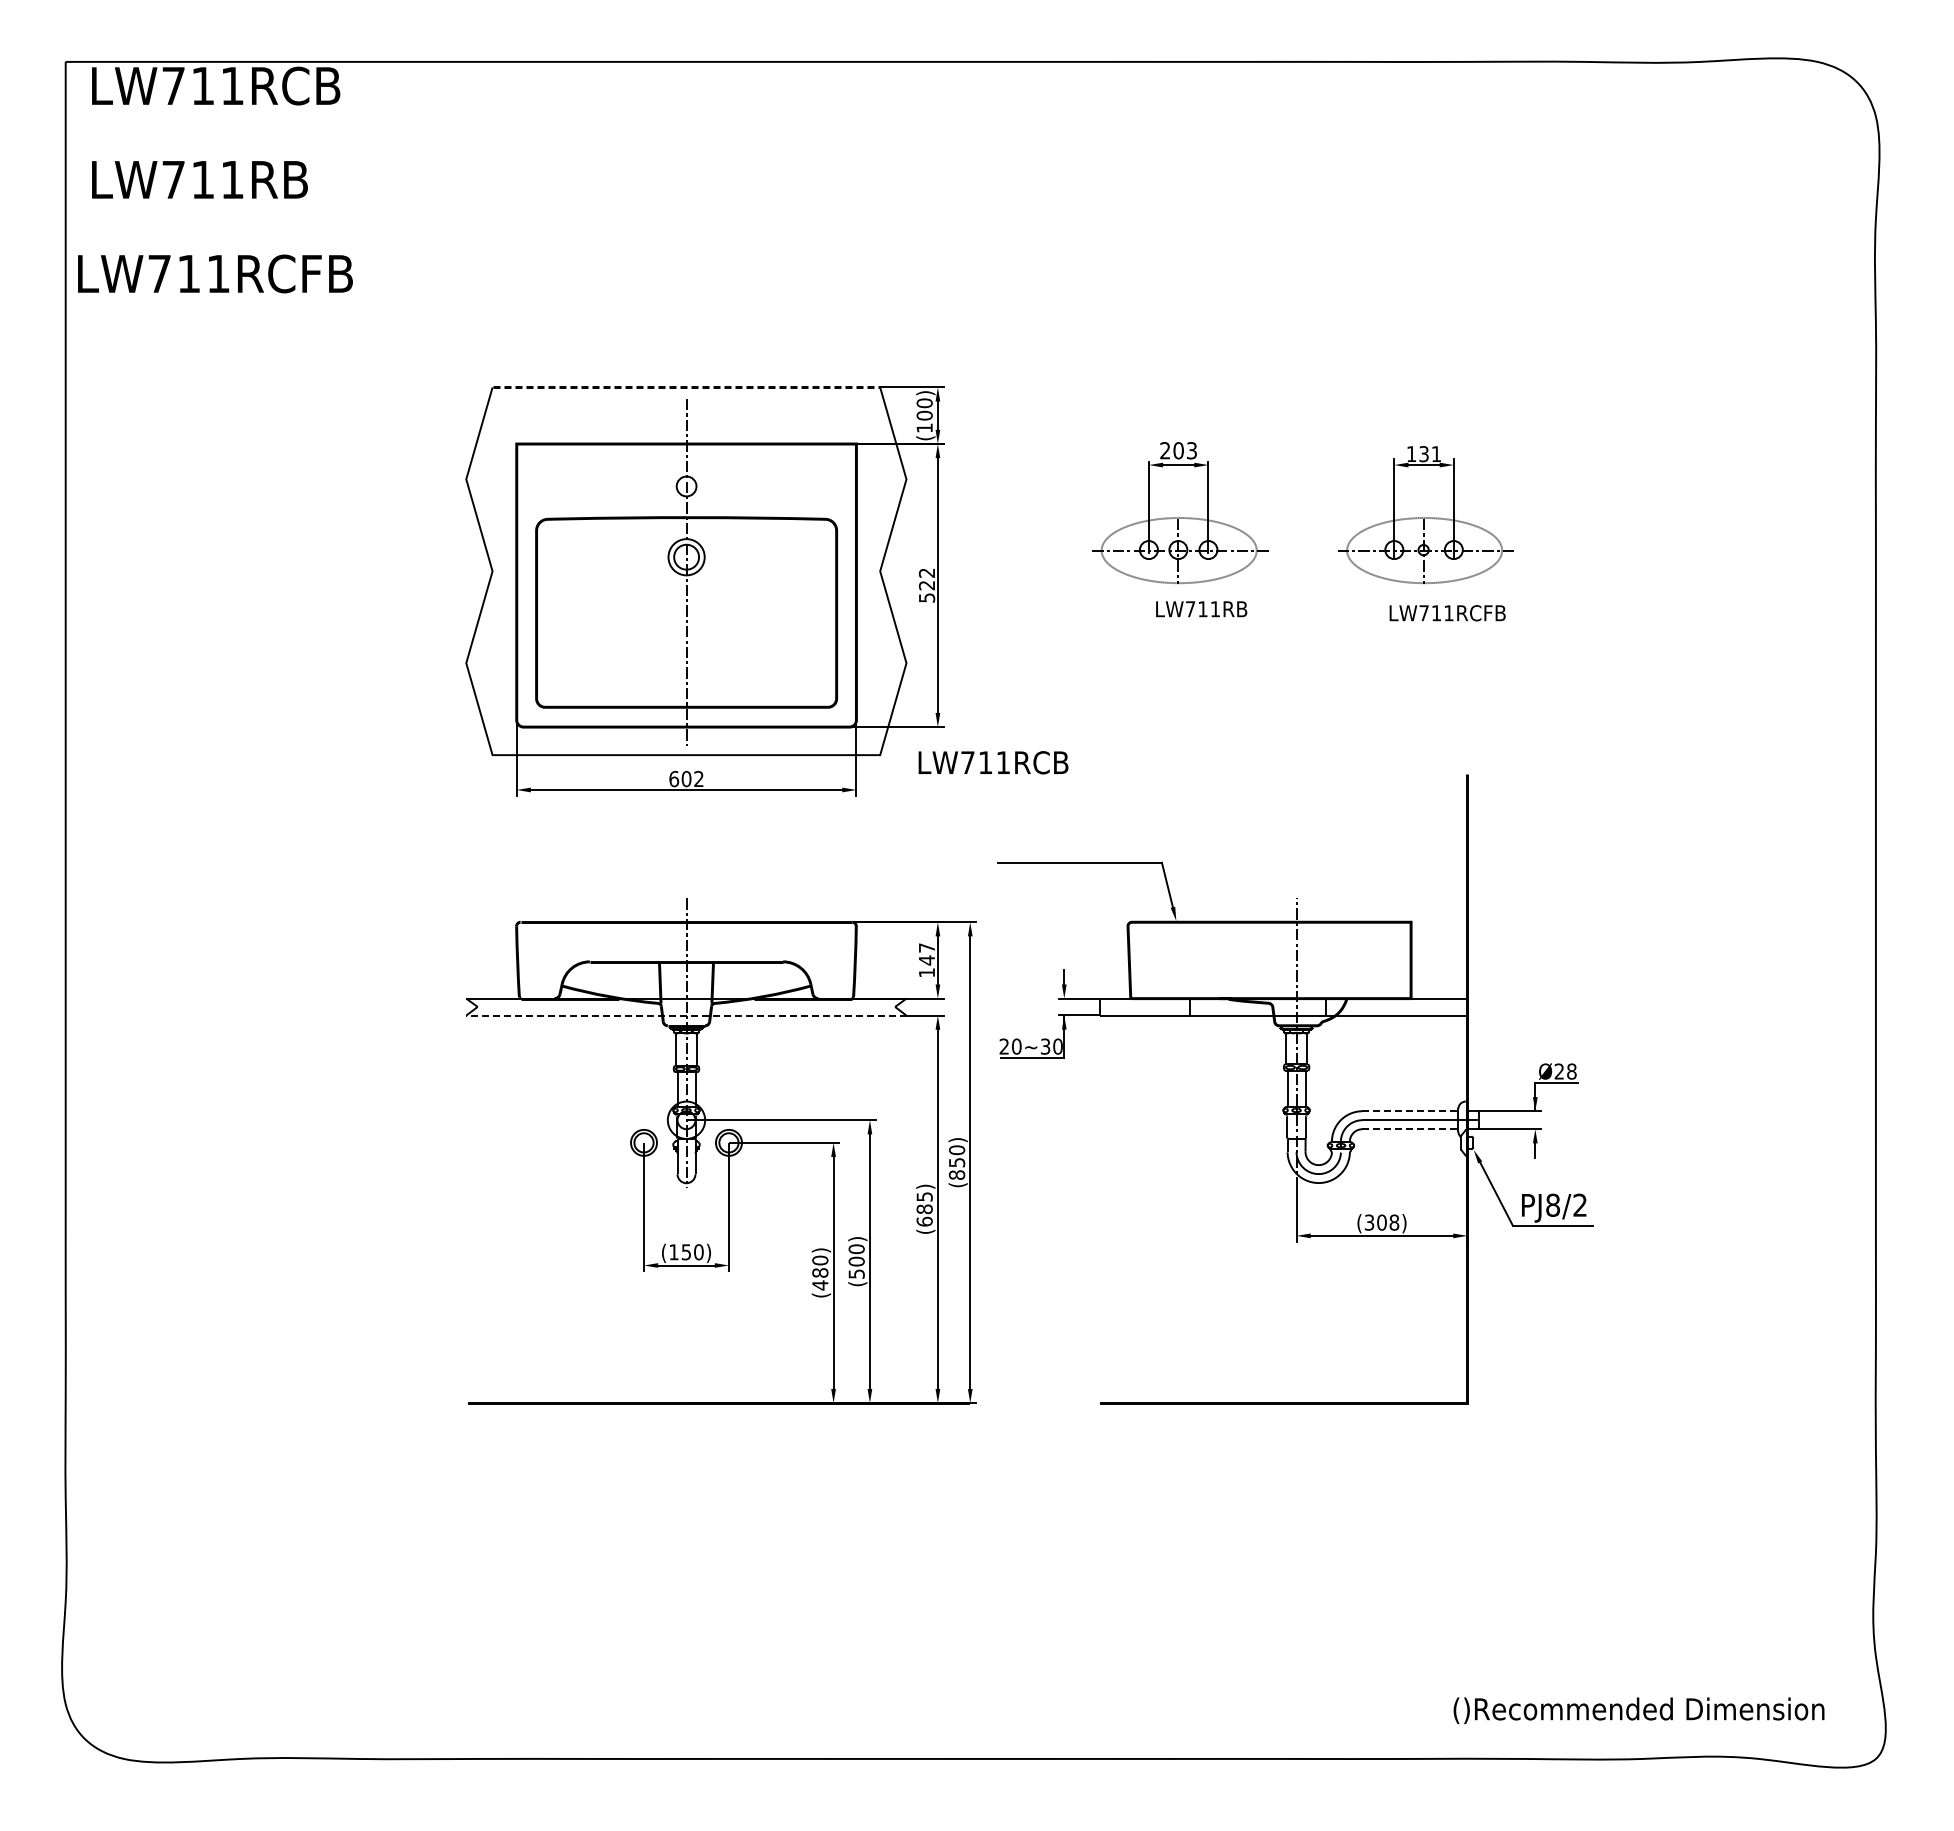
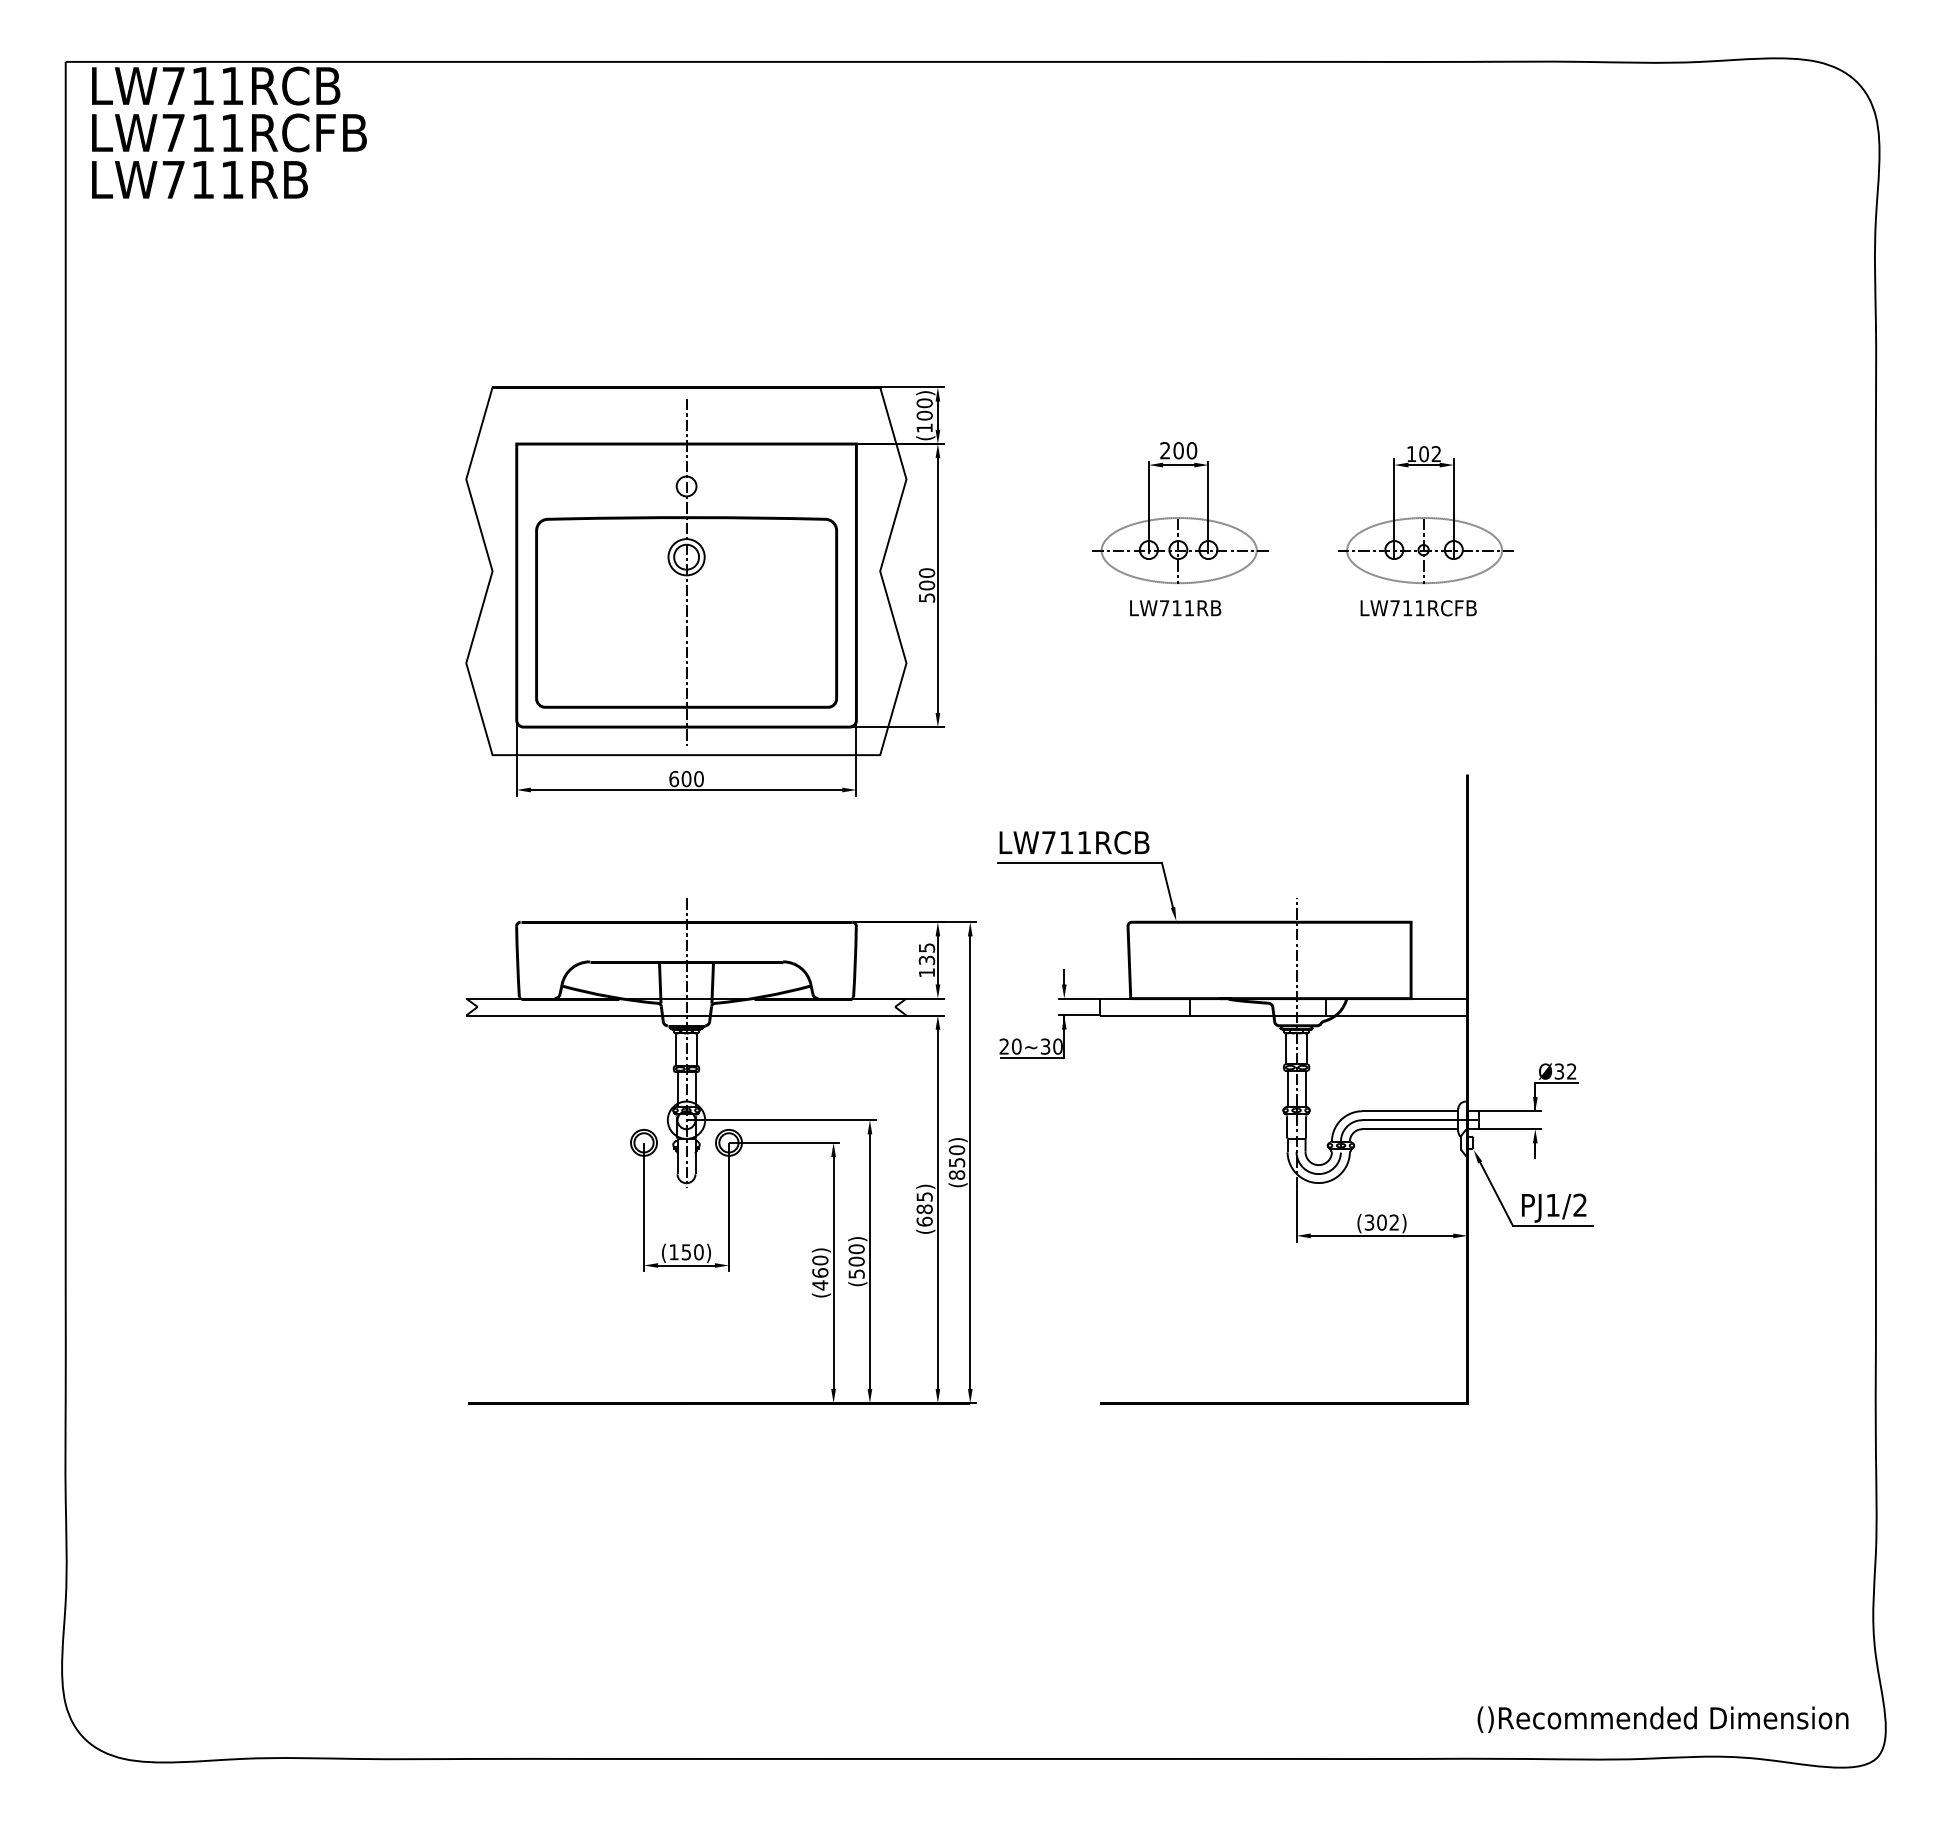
text at (215, 273) position: (215, 273) -> (229, 132)
line at (686, 387): dashed -> solid
text at (1191, 450): 203 -> 200
text at (1429, 454): 131 -> 102
text at (927, 579): 522 -> 500
text at (1201, 609) position: (1201, 609) -> (1175, 608)
text at (1447, 613) position: (1447, 613) -> (1418, 608)
text at (993, 762) position: (993, 762) -> (1074, 842)
text at (698, 779): 602 -> 600
text at (926, 954): 147 -> 135
line at (685, 1015): dashed -> solid
text at (1565, 1071): Ø28 -> Ø32
line at (1410, 1111): dashed -> solid
line at (1410, 1129): dashed -> solid
text at (1553, 1204): PJ8/2 -> PJ1/2
text at (1394, 1222): (308) -> (302)
text at (820, 1272): (480) -> (460)
text at (1638, 1710) position: (1638, 1710) -> (1662, 1719)
